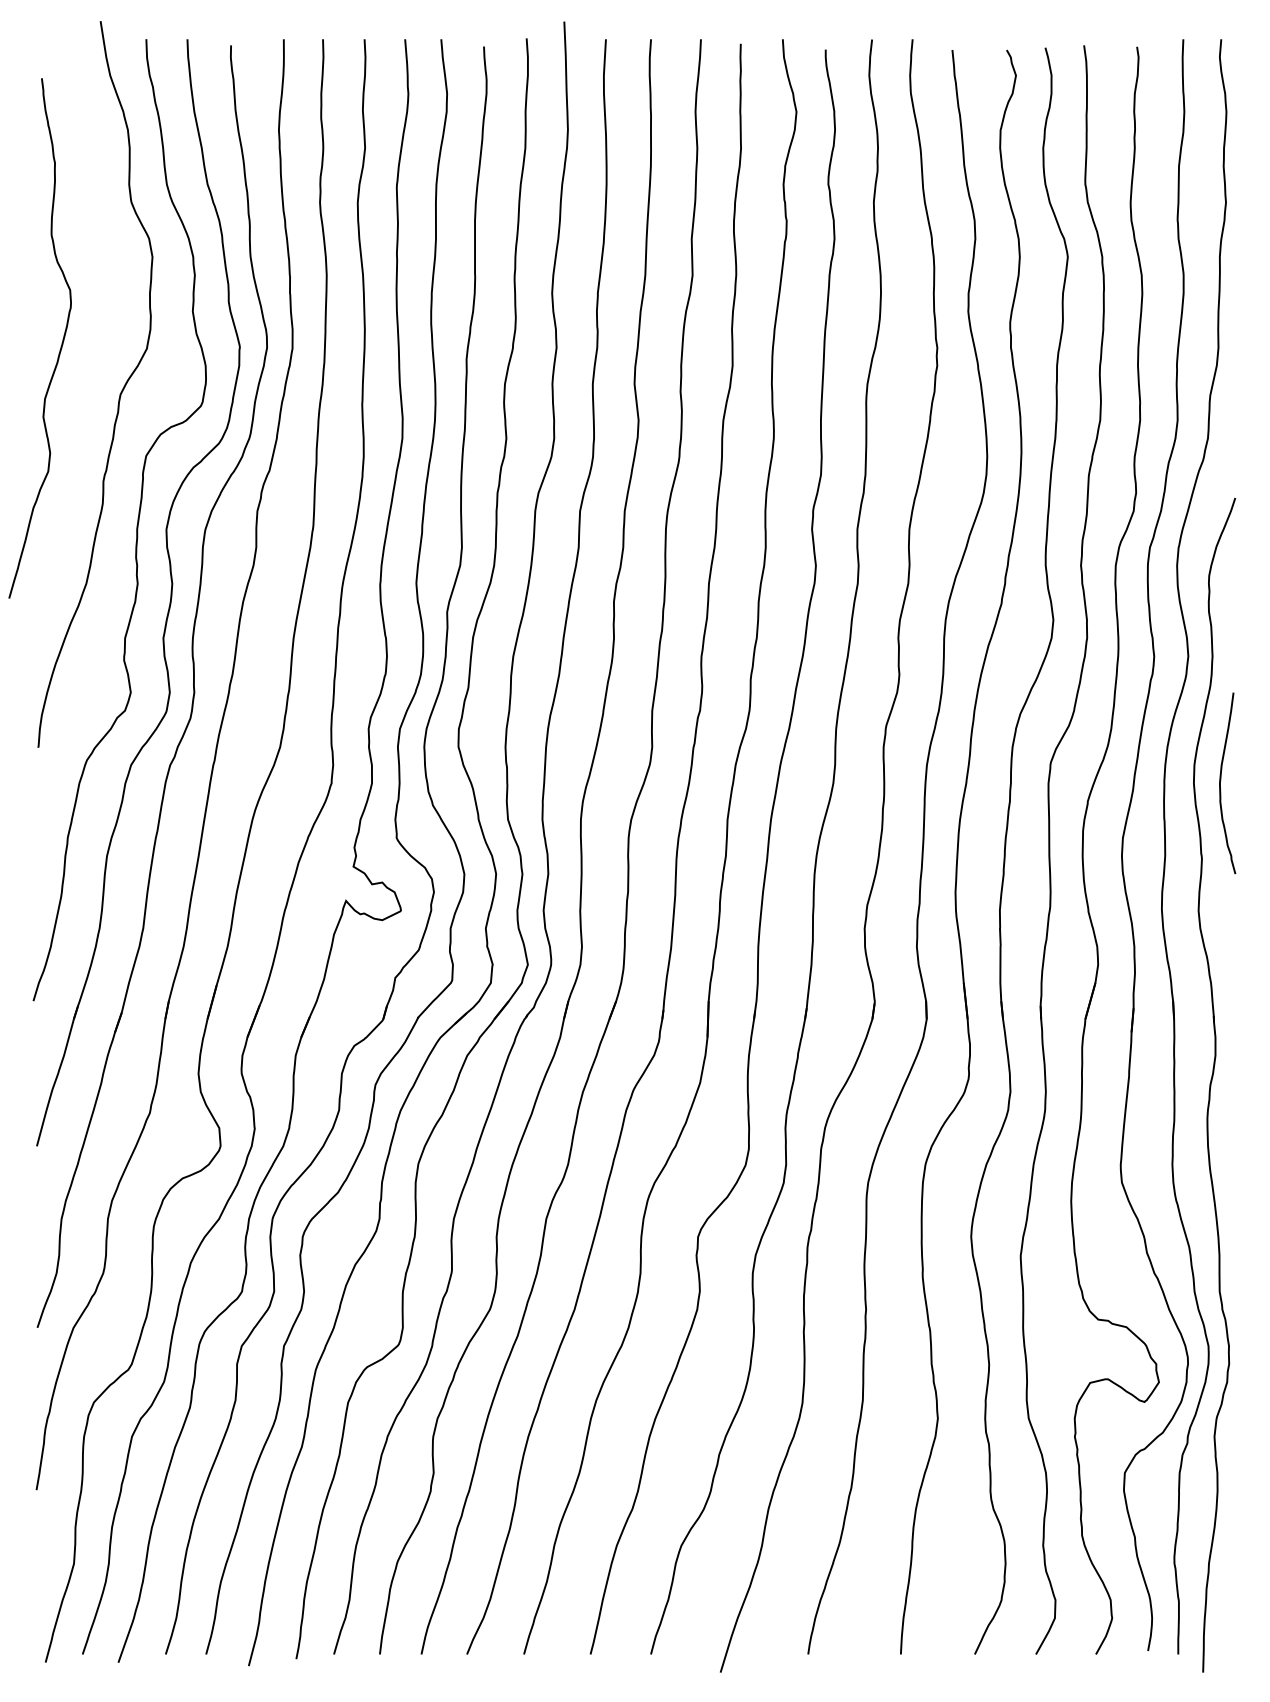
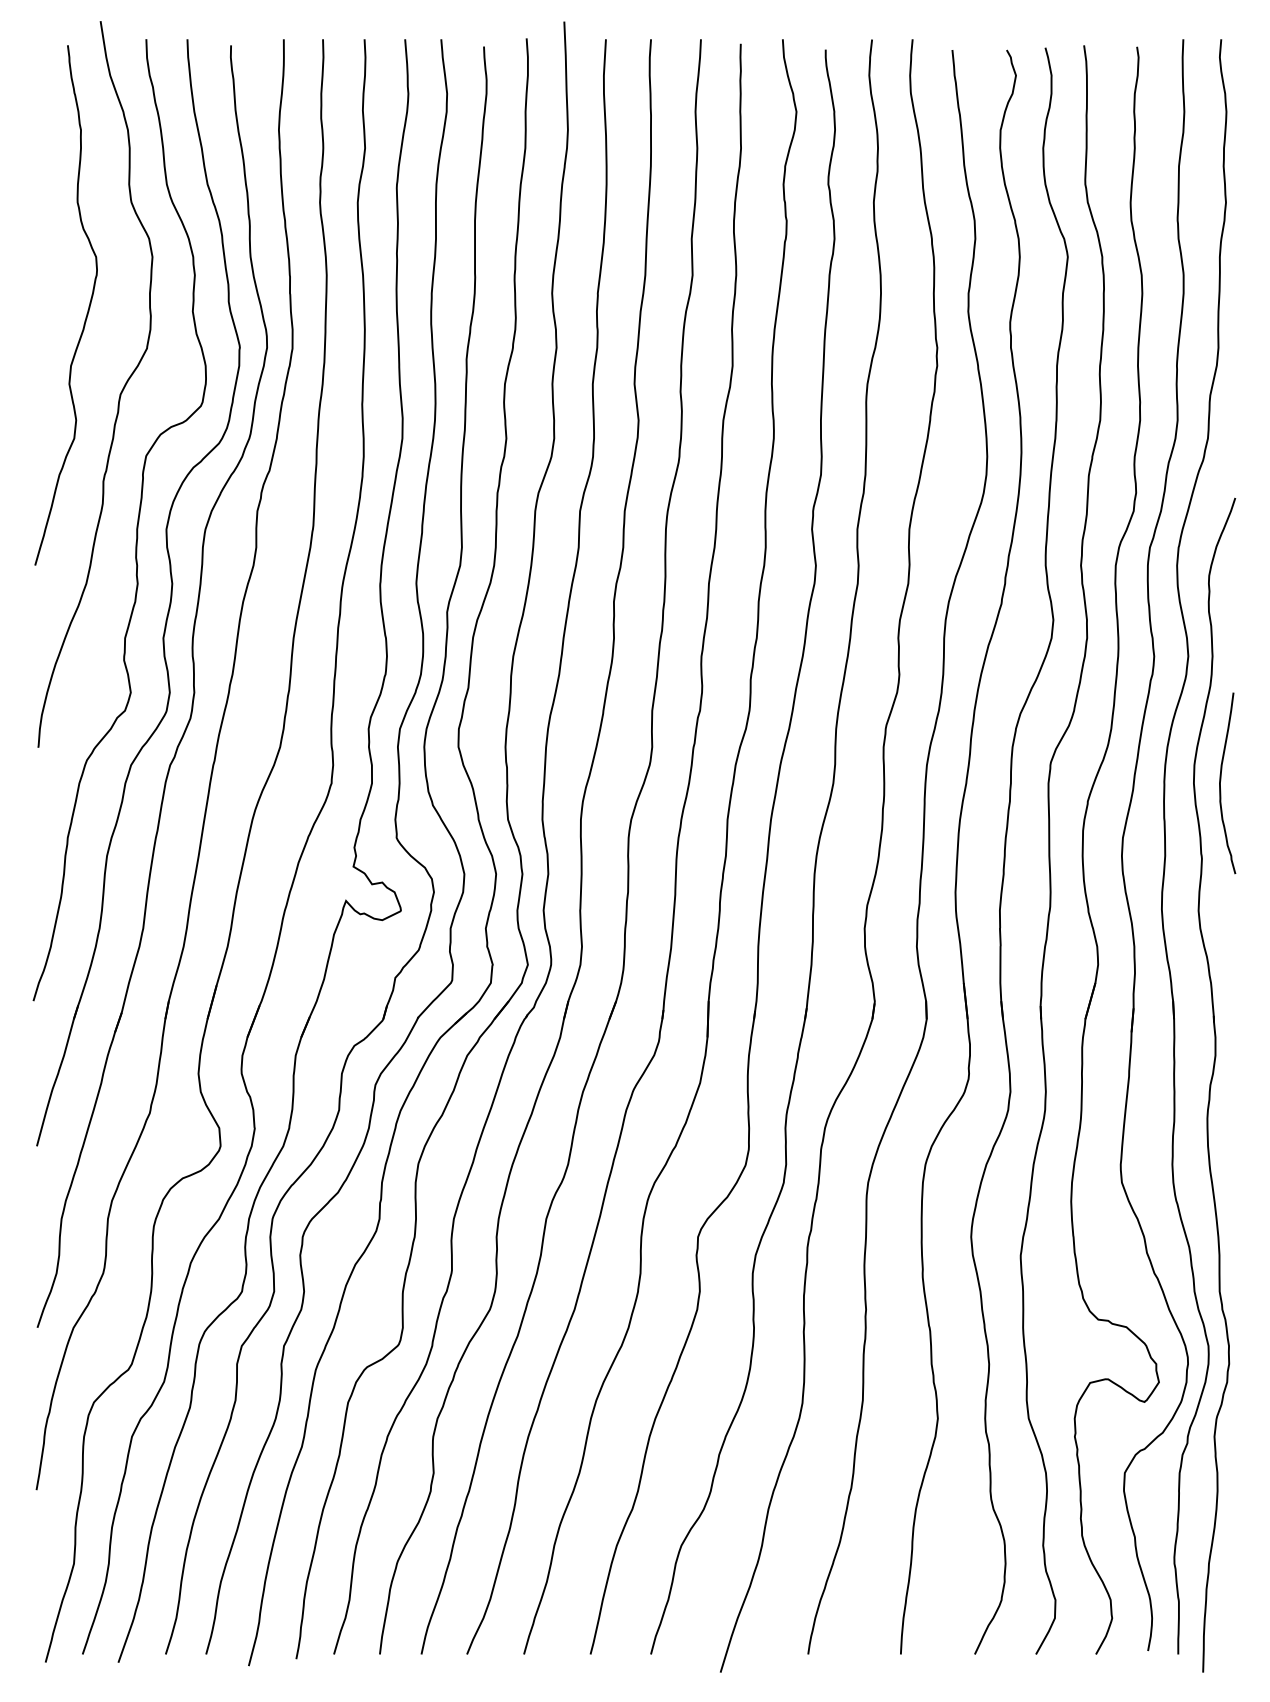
curve at (60, 346) position: (60, 346) -> (86, 313)
